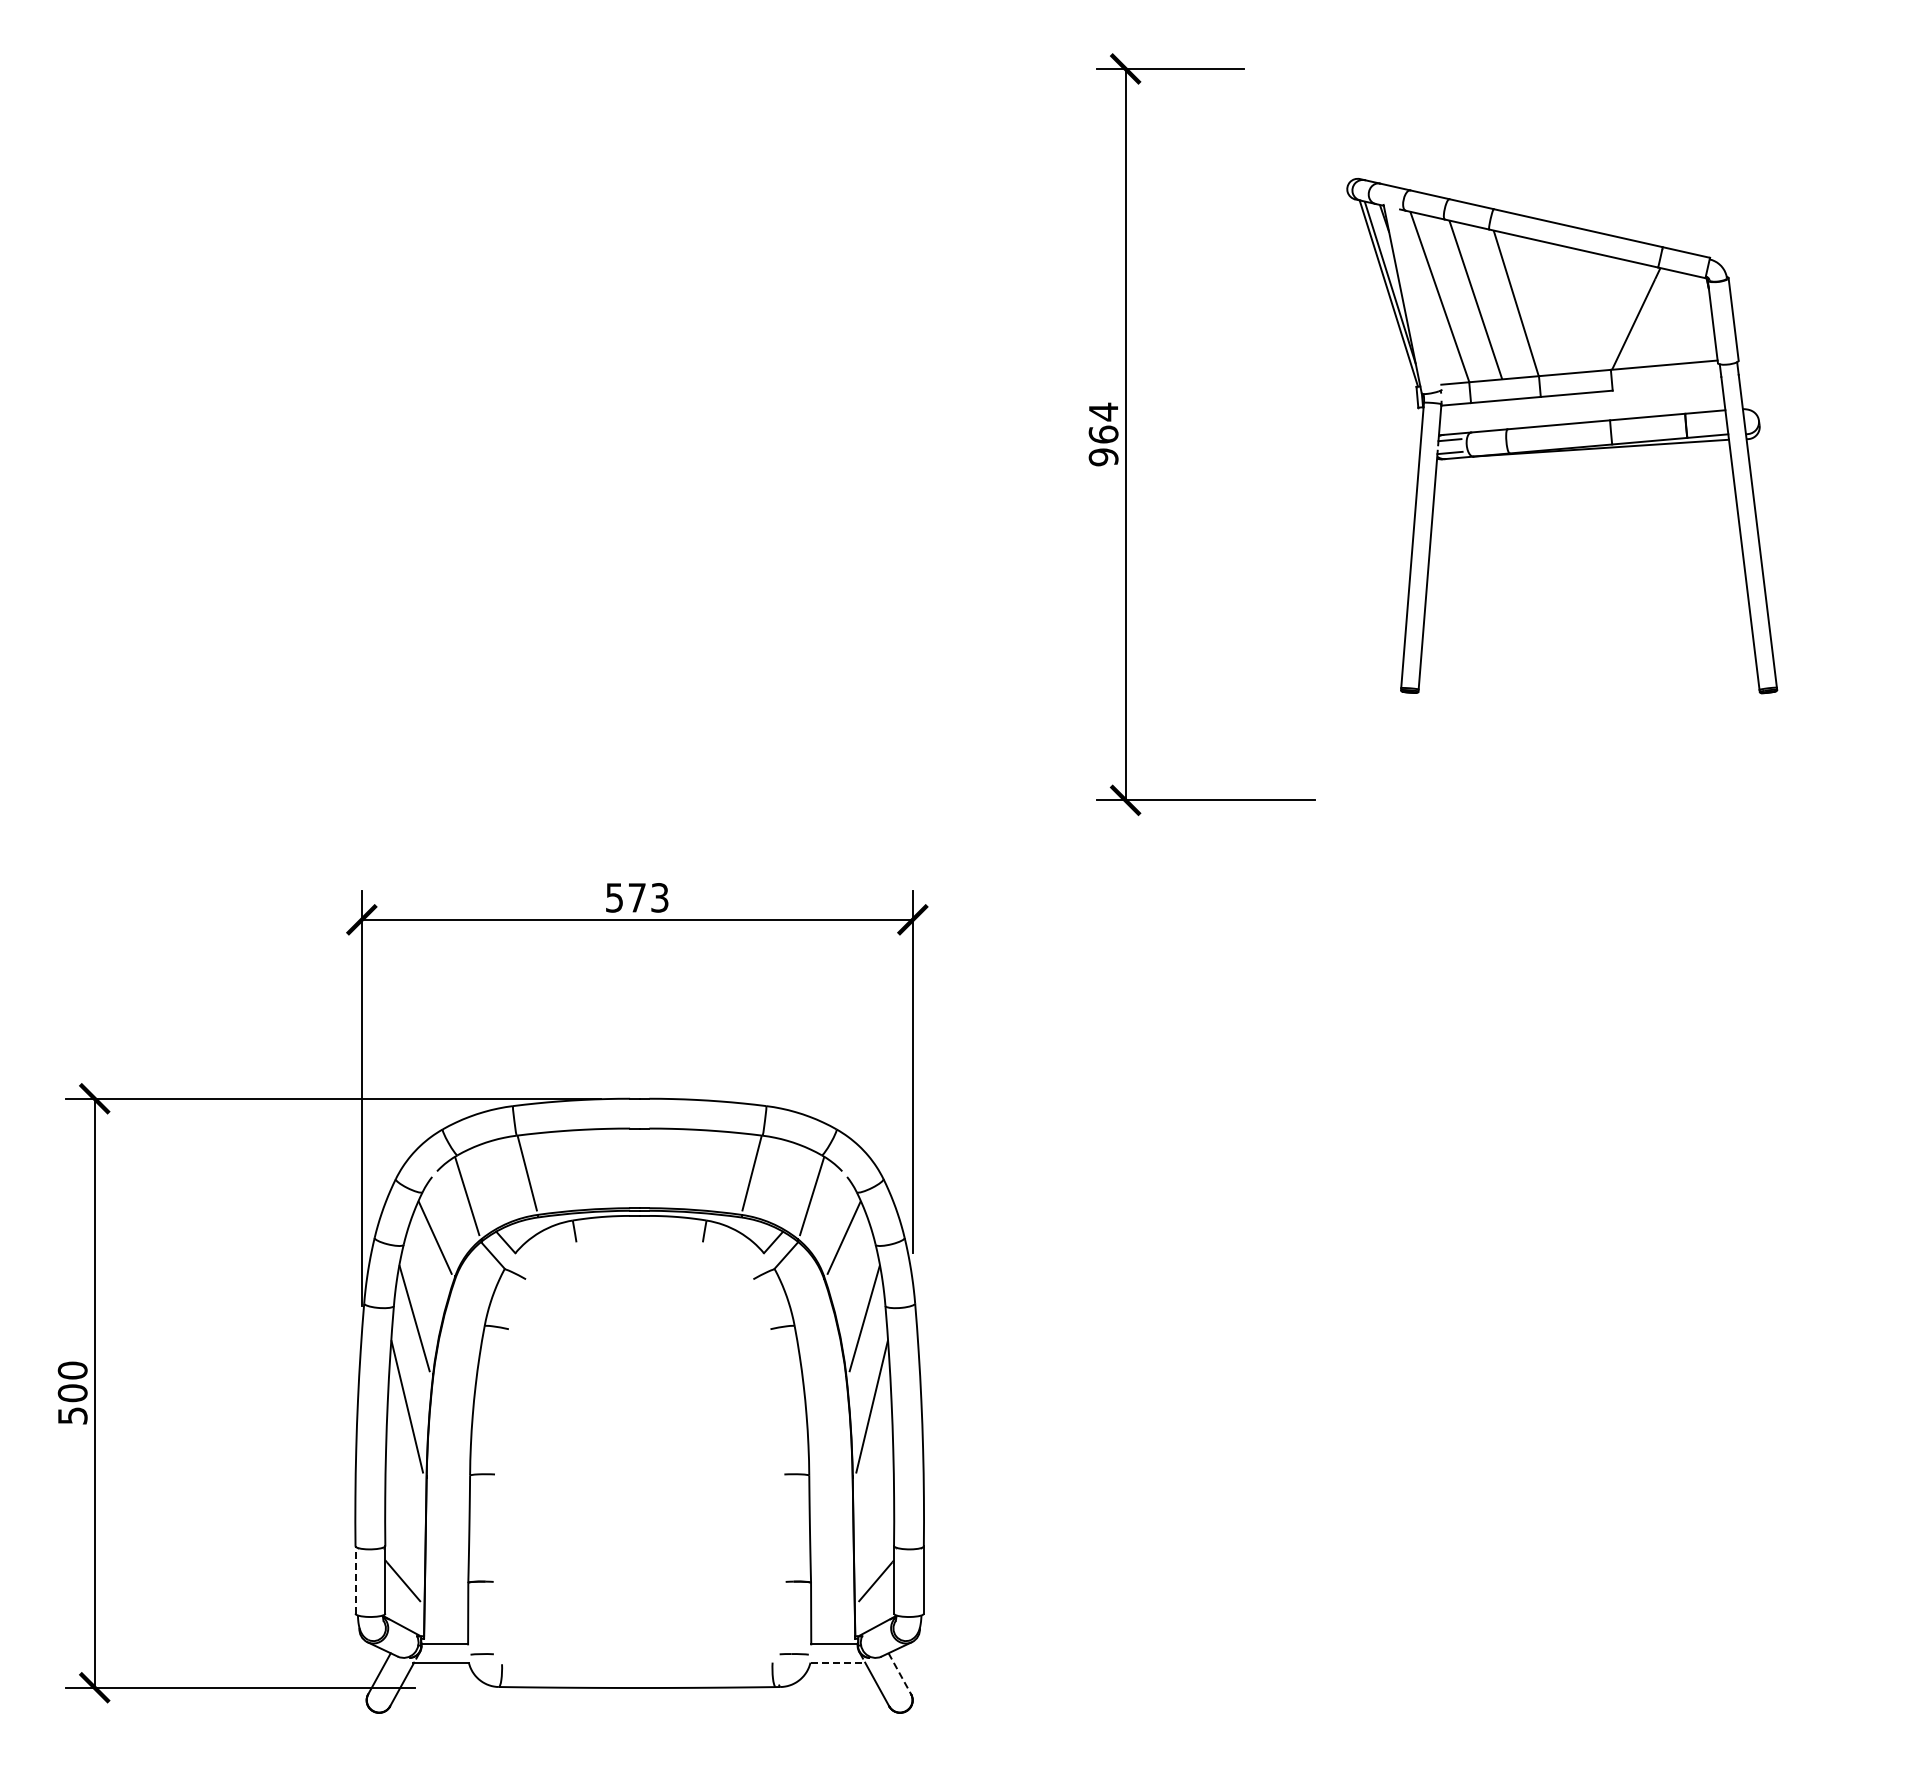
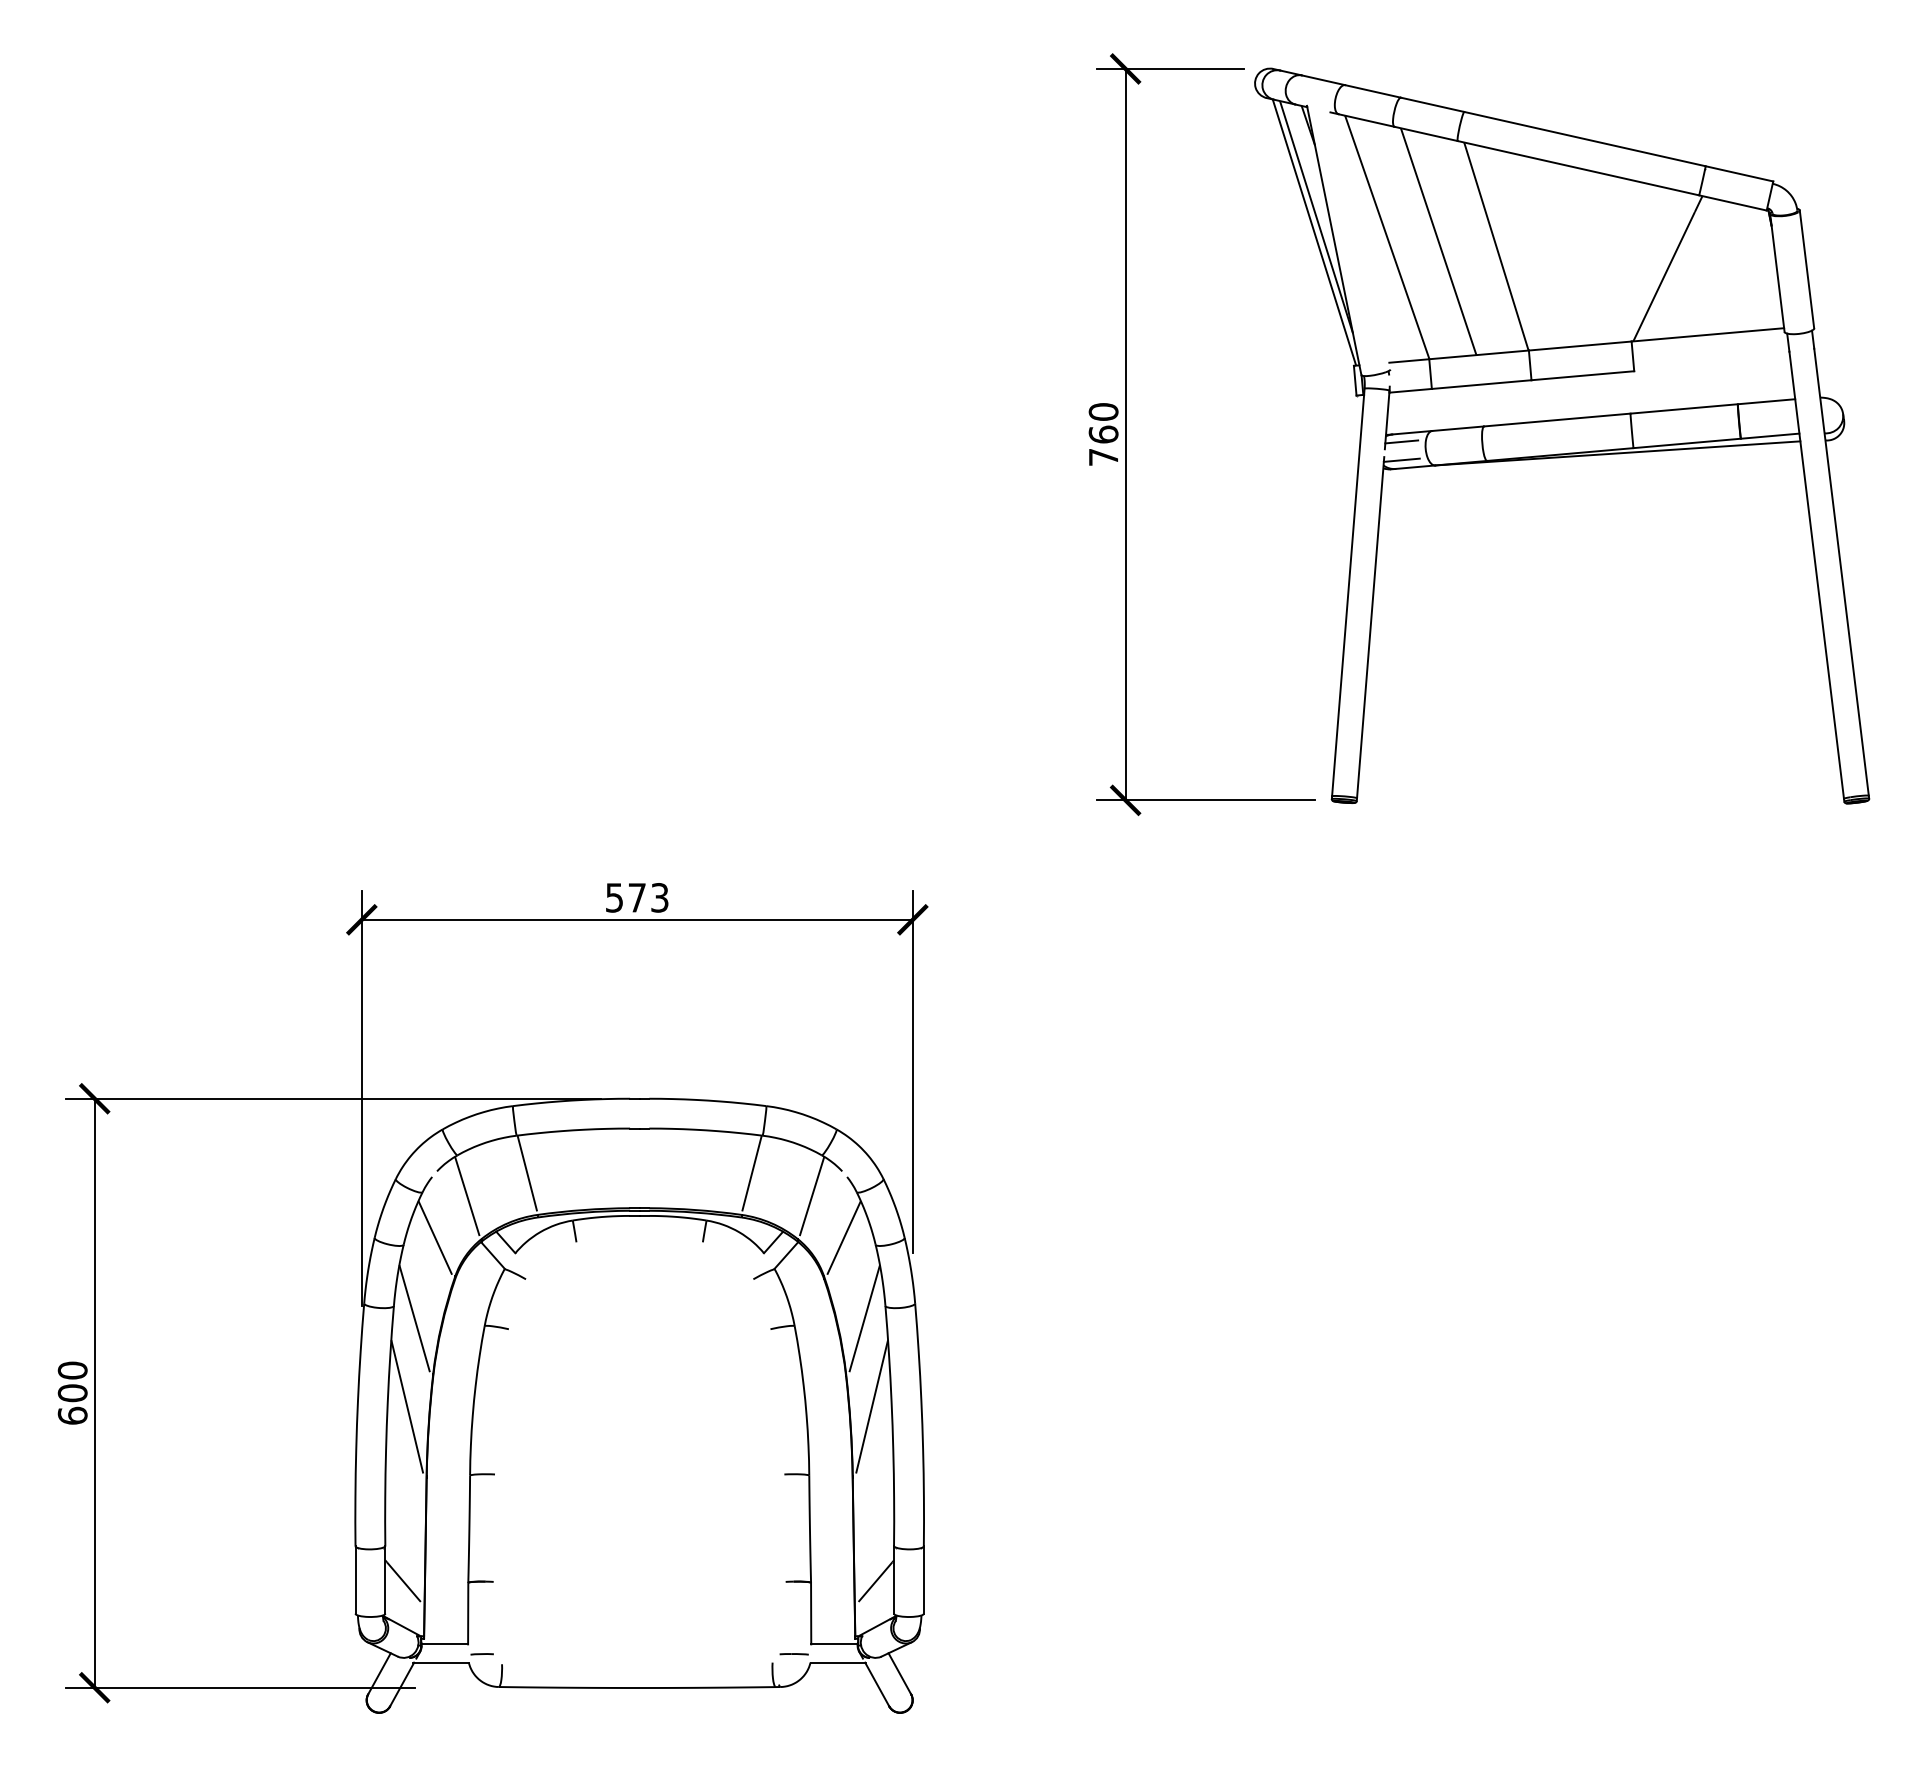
text at (1103, 434): 964 -> 760
part at (1562, 436) size: 433x517 px -> 617x738 px
text at (72, 1415): 500 -> 600
line at (355, 1580): dashed -> solid
line at (838, 1662): dashed -> solid
line at (900, 1674): dashed -> solid
